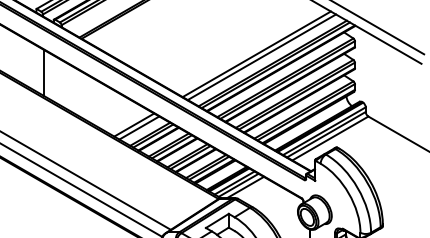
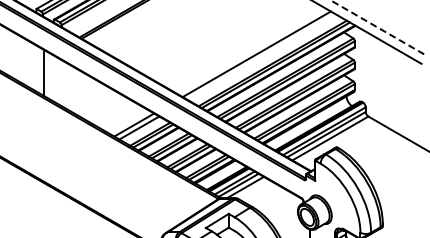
line at (377, 27): solid -> dashed
line at (261, 57): present -> none
line at (86, 180): present -> none
line at (80, 189): present -> none
